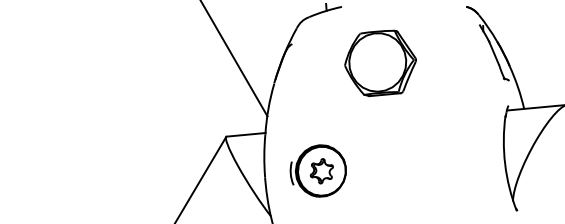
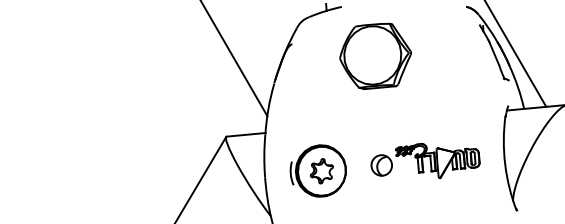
line at (516, 54): none -> present
part at (380, 63) position: (380, 63) -> (375, 56)
part at (425, 160): none -> present
